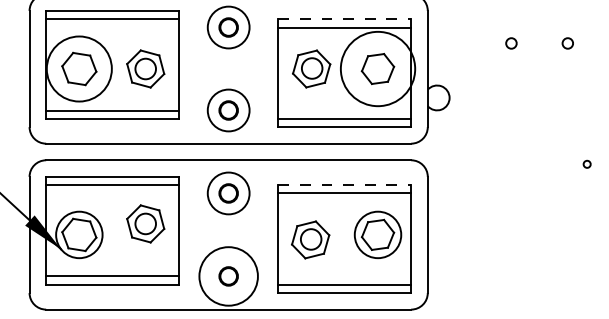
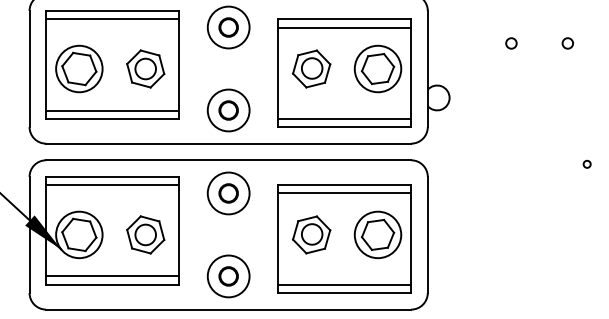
line at (345, 19): dashed -> solid
circle at (78, 68) diameter: 65 px -> 46 px
circle at (377, 68) diameter: 74 px -> 46 px
line at (345, 185): dashed -> solid
part at (145, 223) position: (145, 223) -> (145, 234)
part at (310, 239) position: (310, 239) -> (311, 234)
circle at (228, 276) diameter: 59 px -> 42 px
